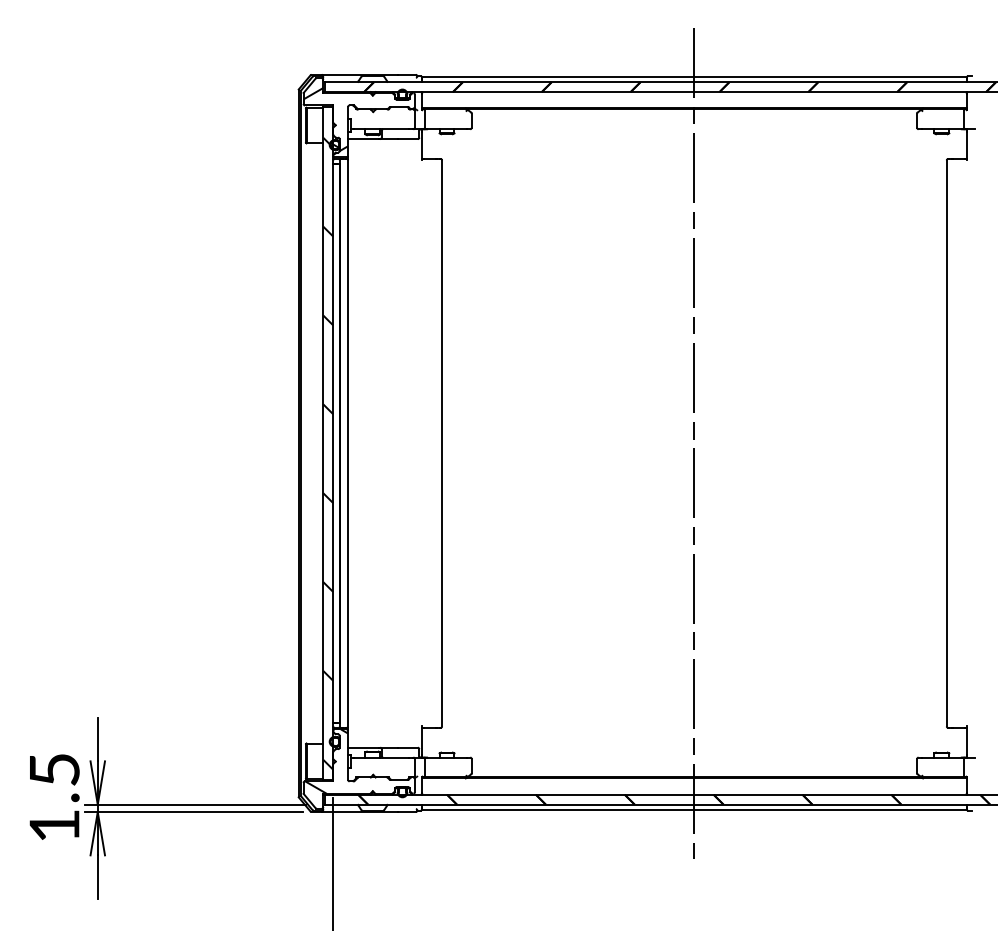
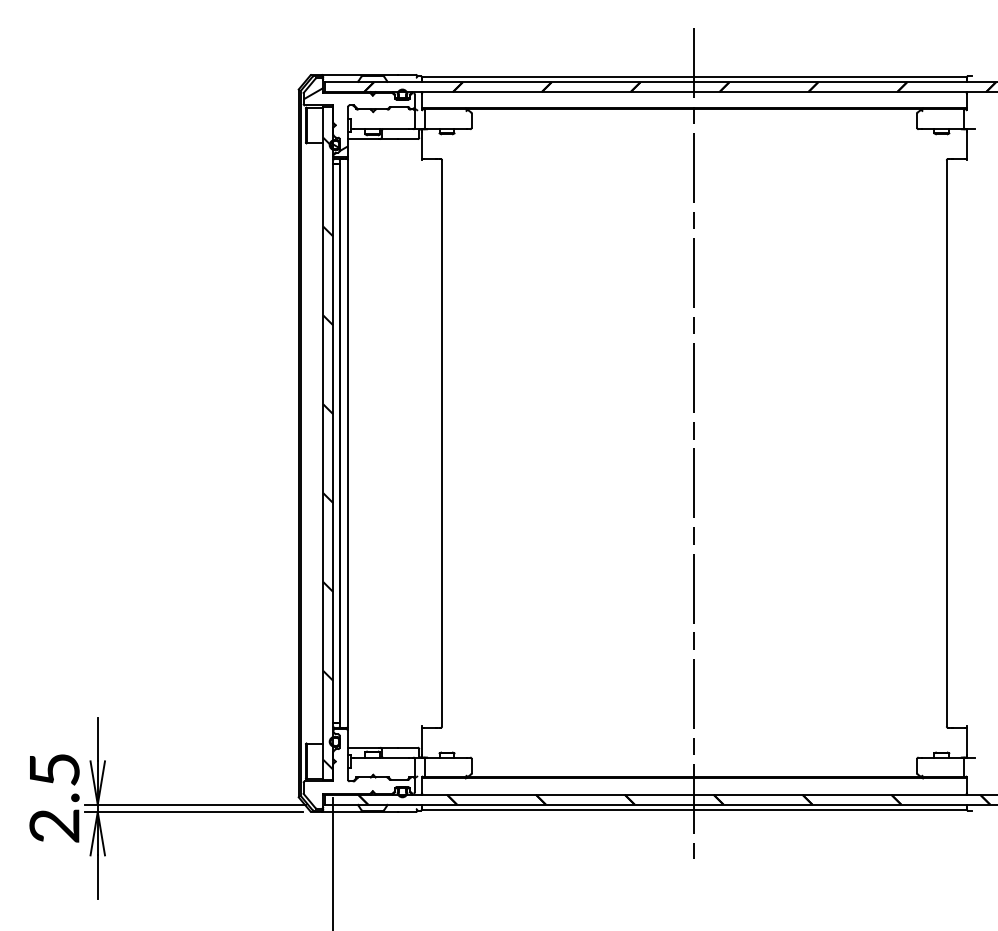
hatch at (326, 761): present -> none
text at (54, 825): 1.5 -> 2.5
